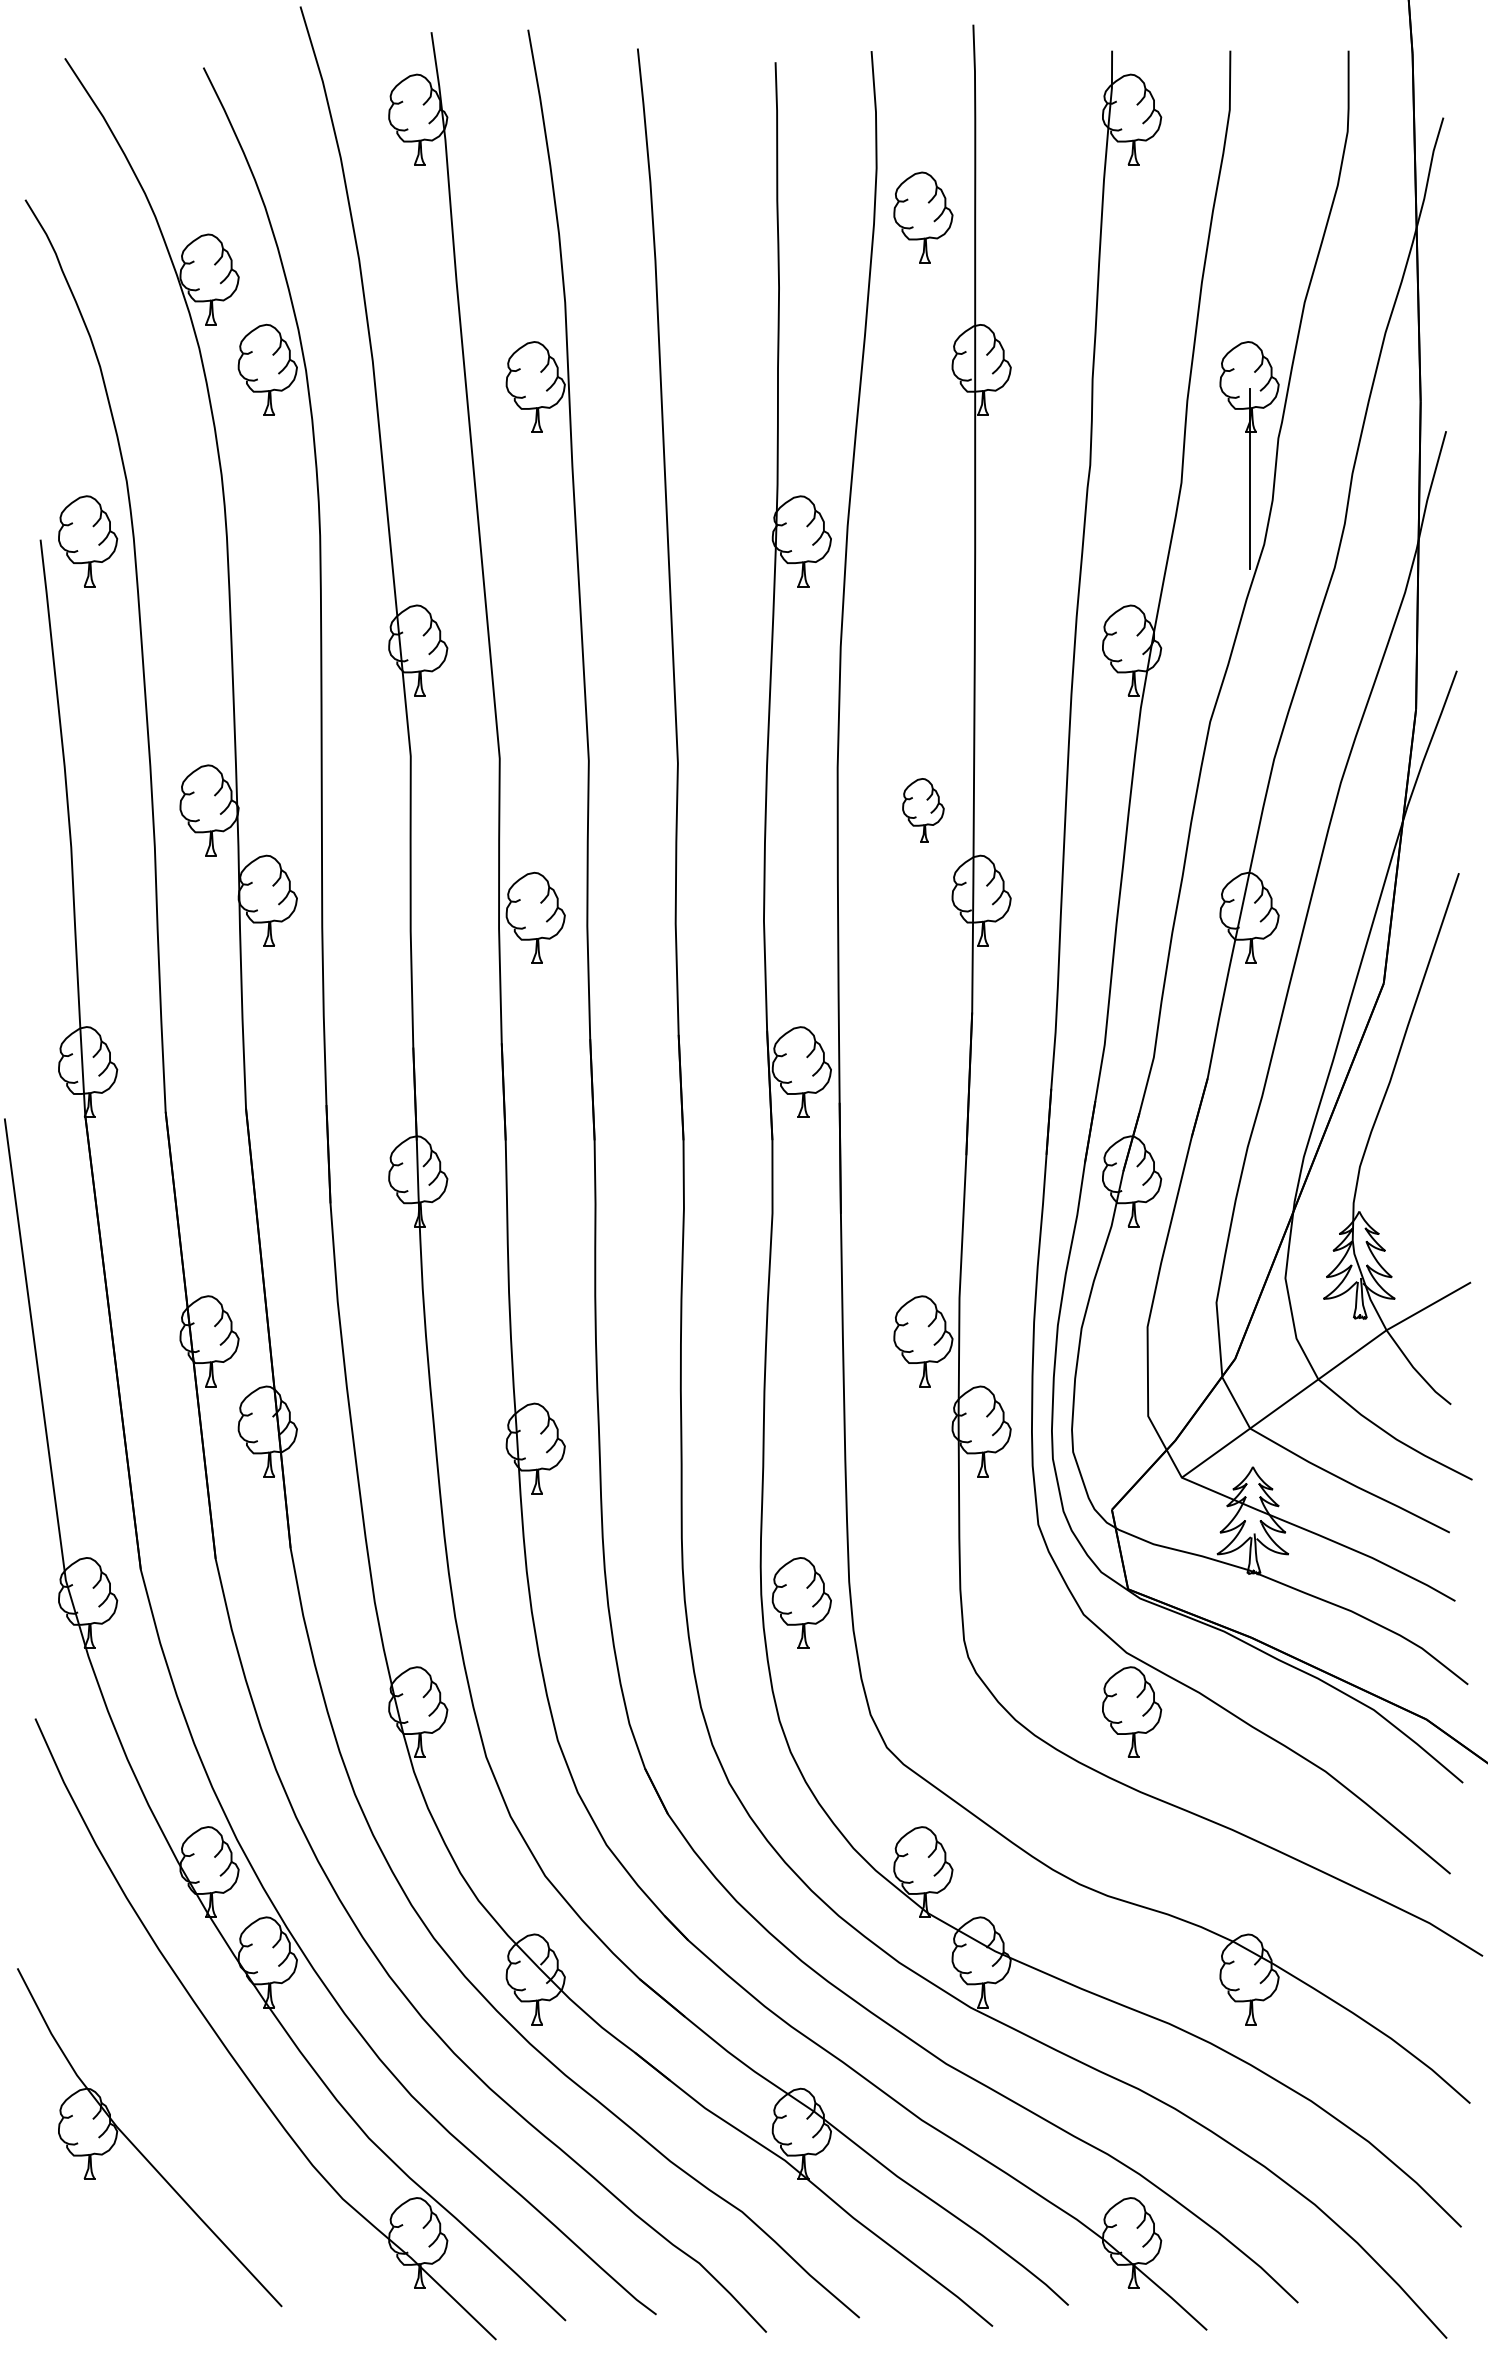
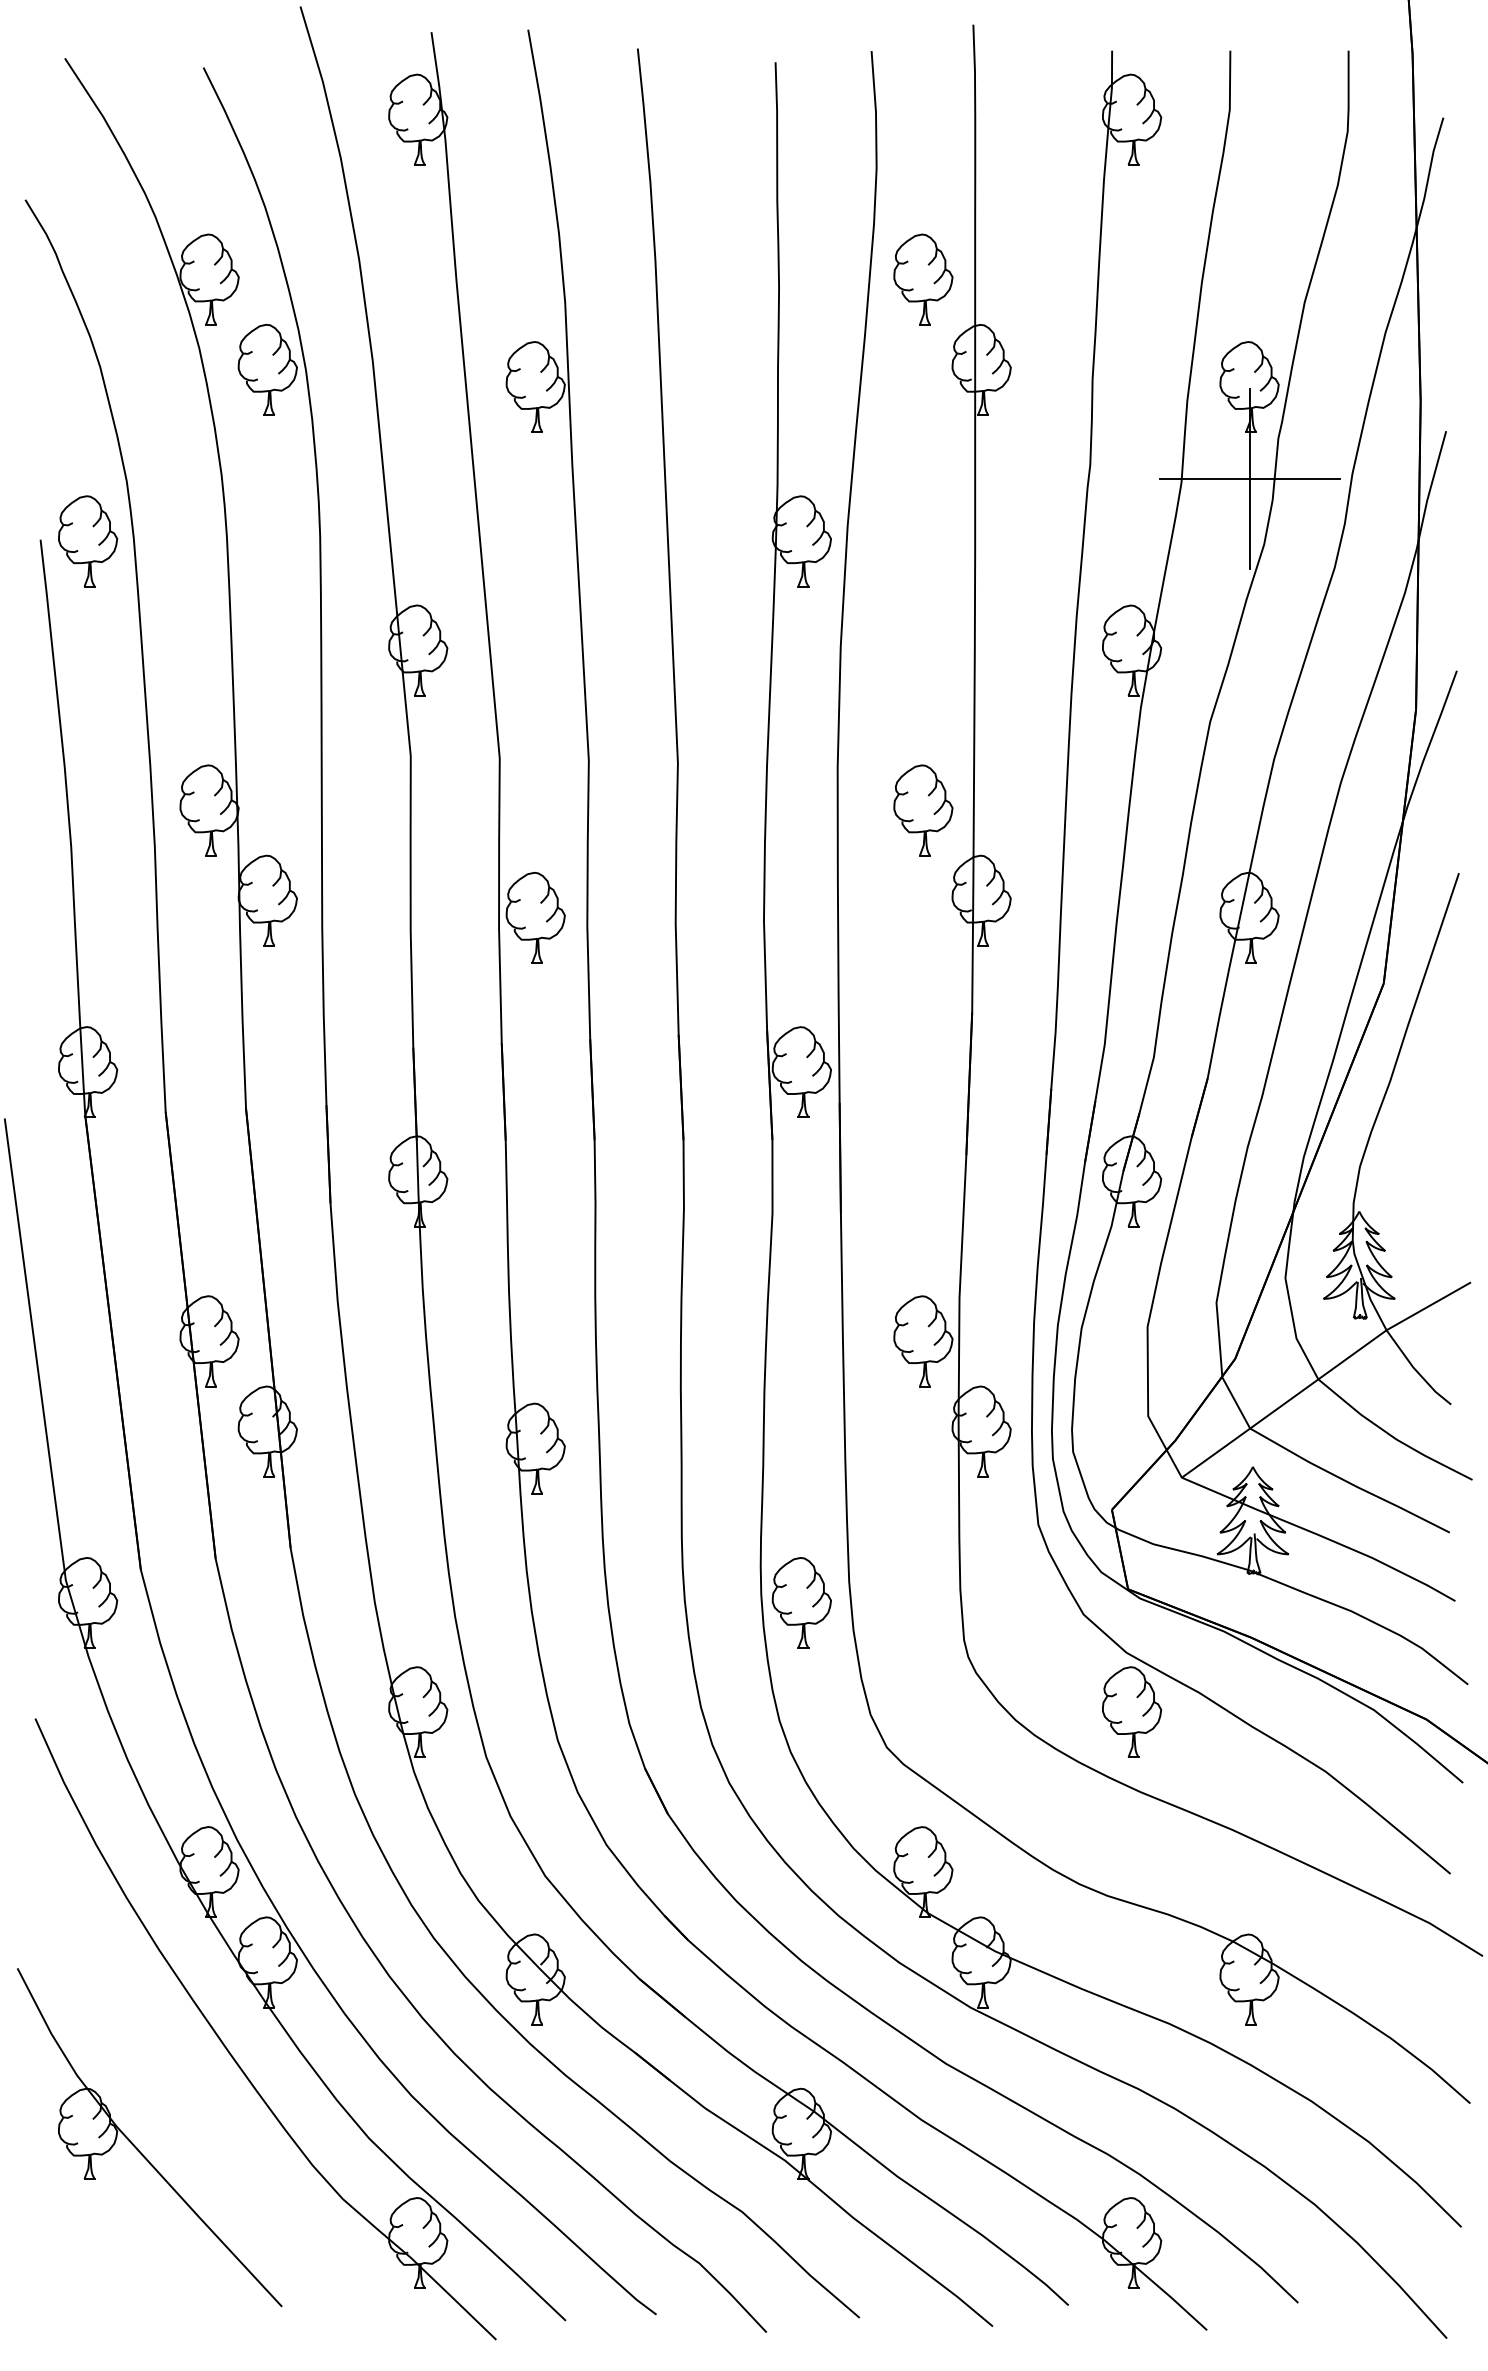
part at (923, 217) position: (923, 217) -> (923, 279)
line at (1250, 479): none -> present
part at (923, 810) size: 43x65 px -> 61x93 px
